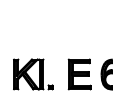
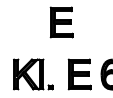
part at (61, 22): none -> present
